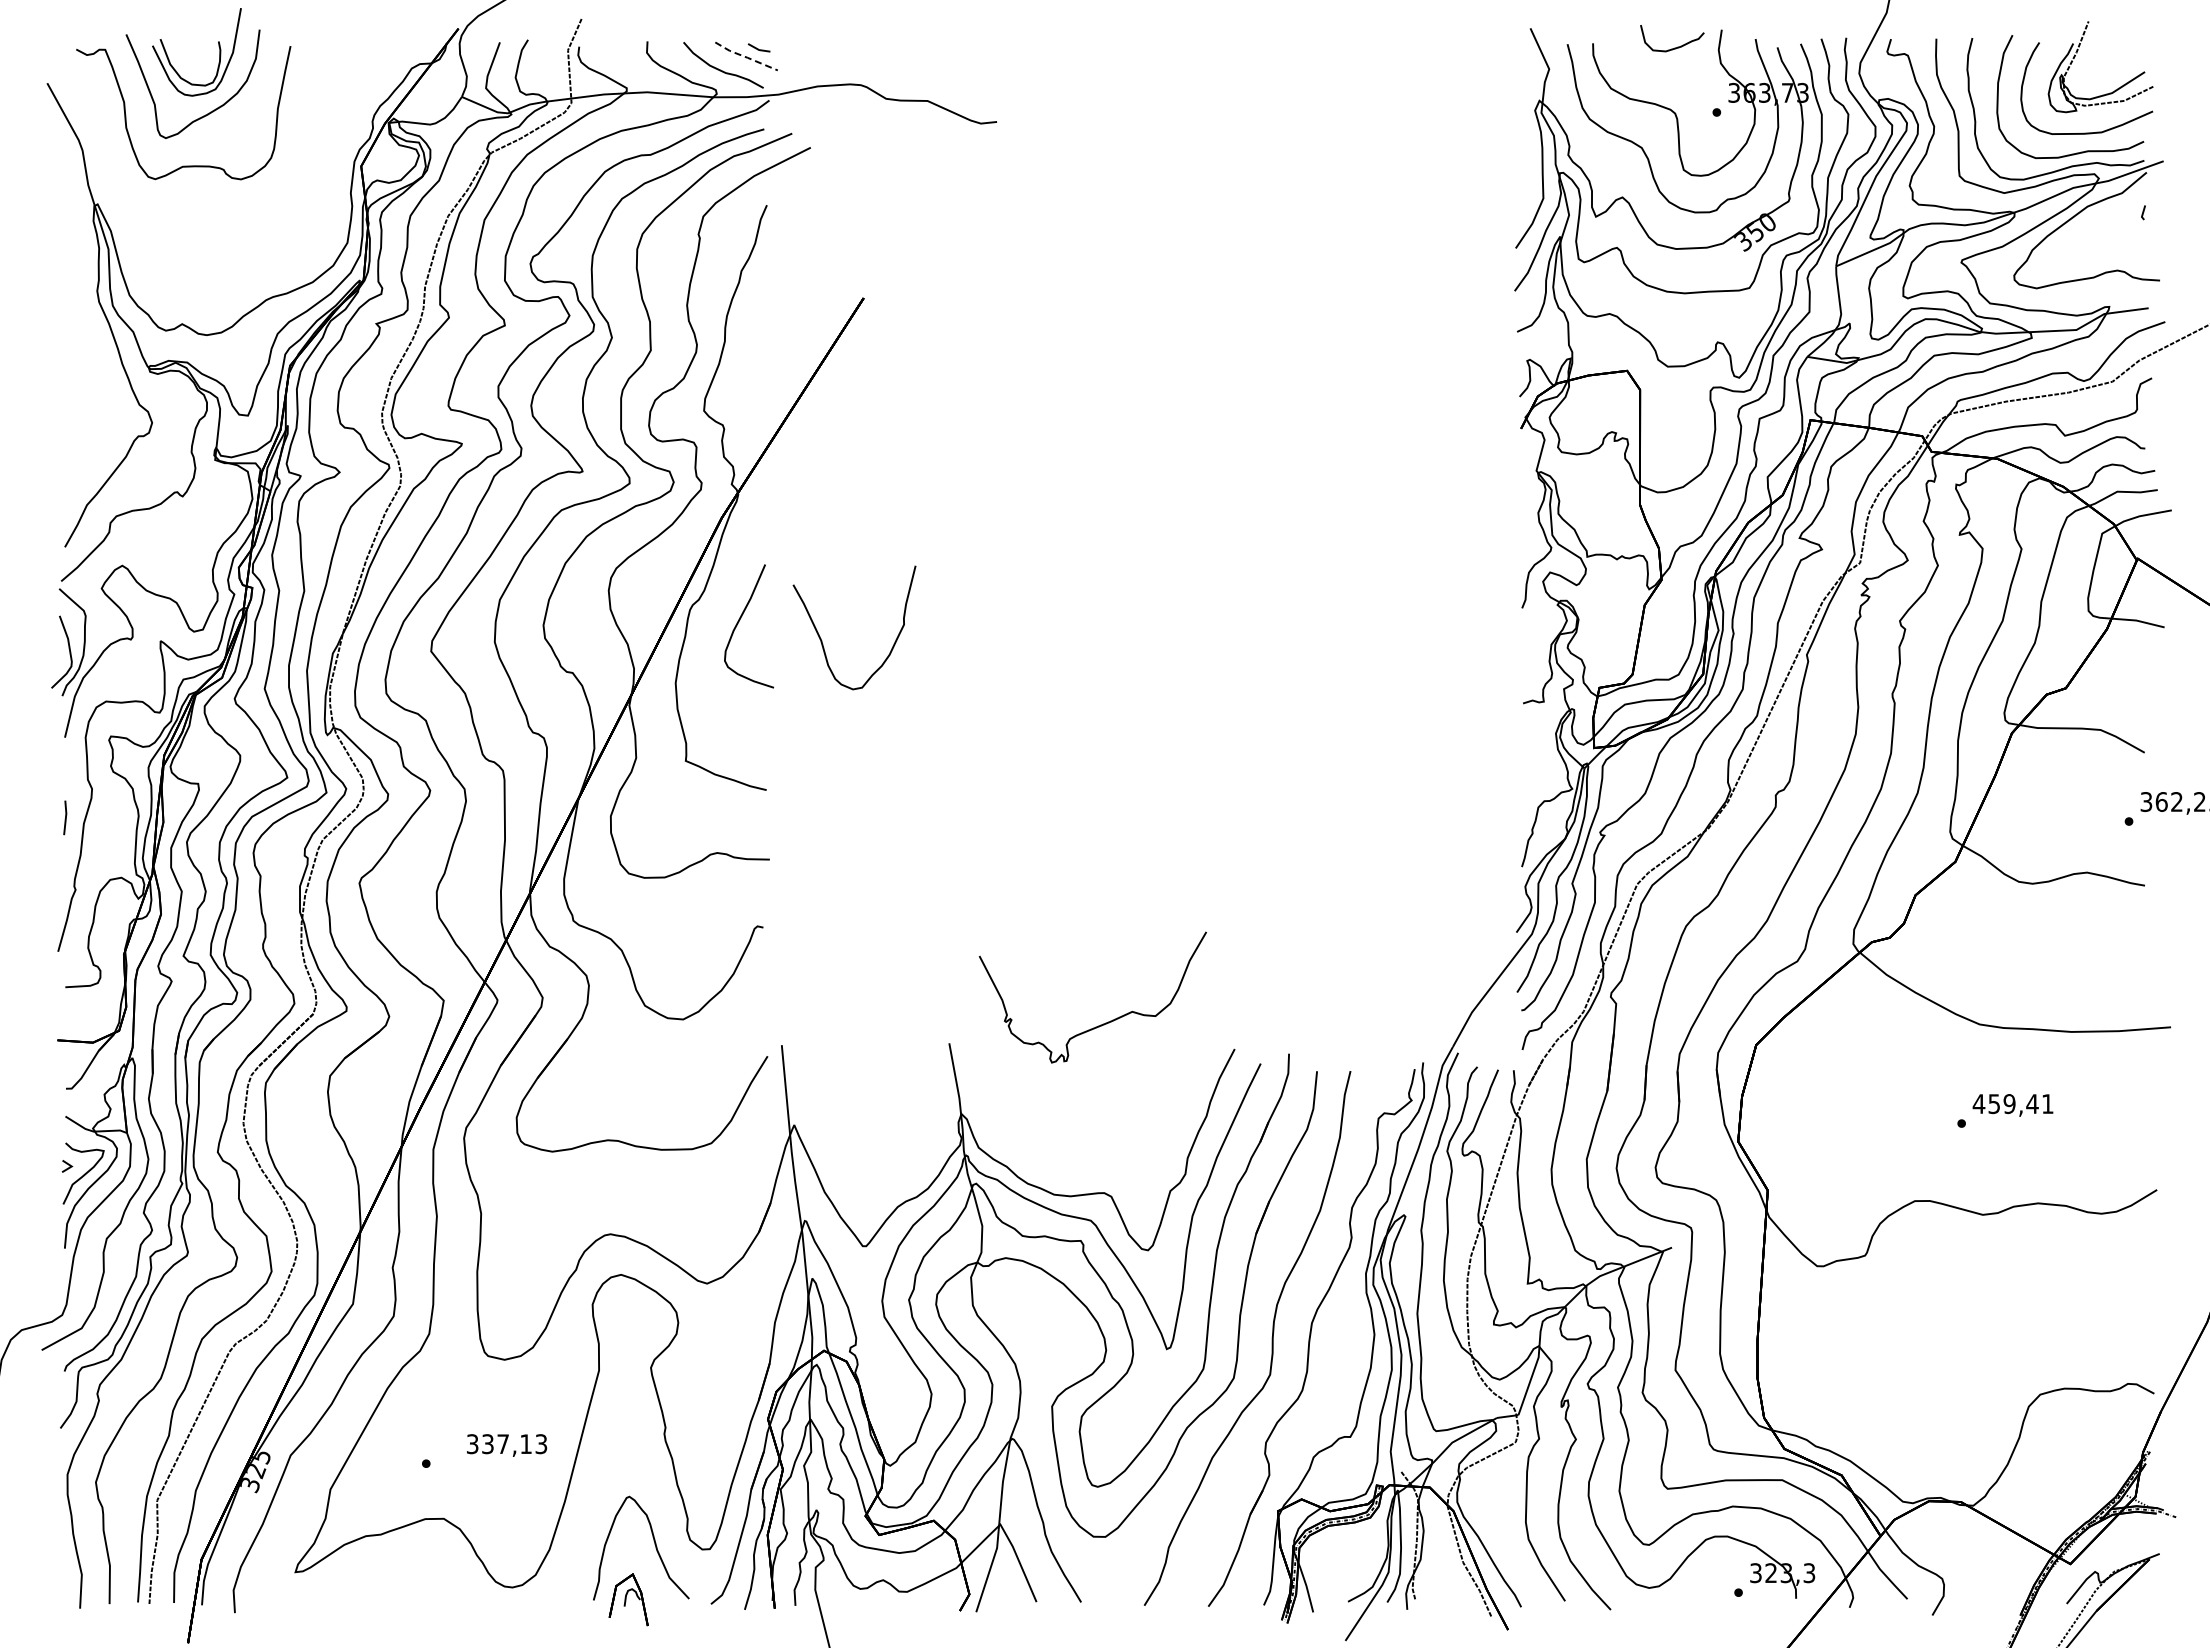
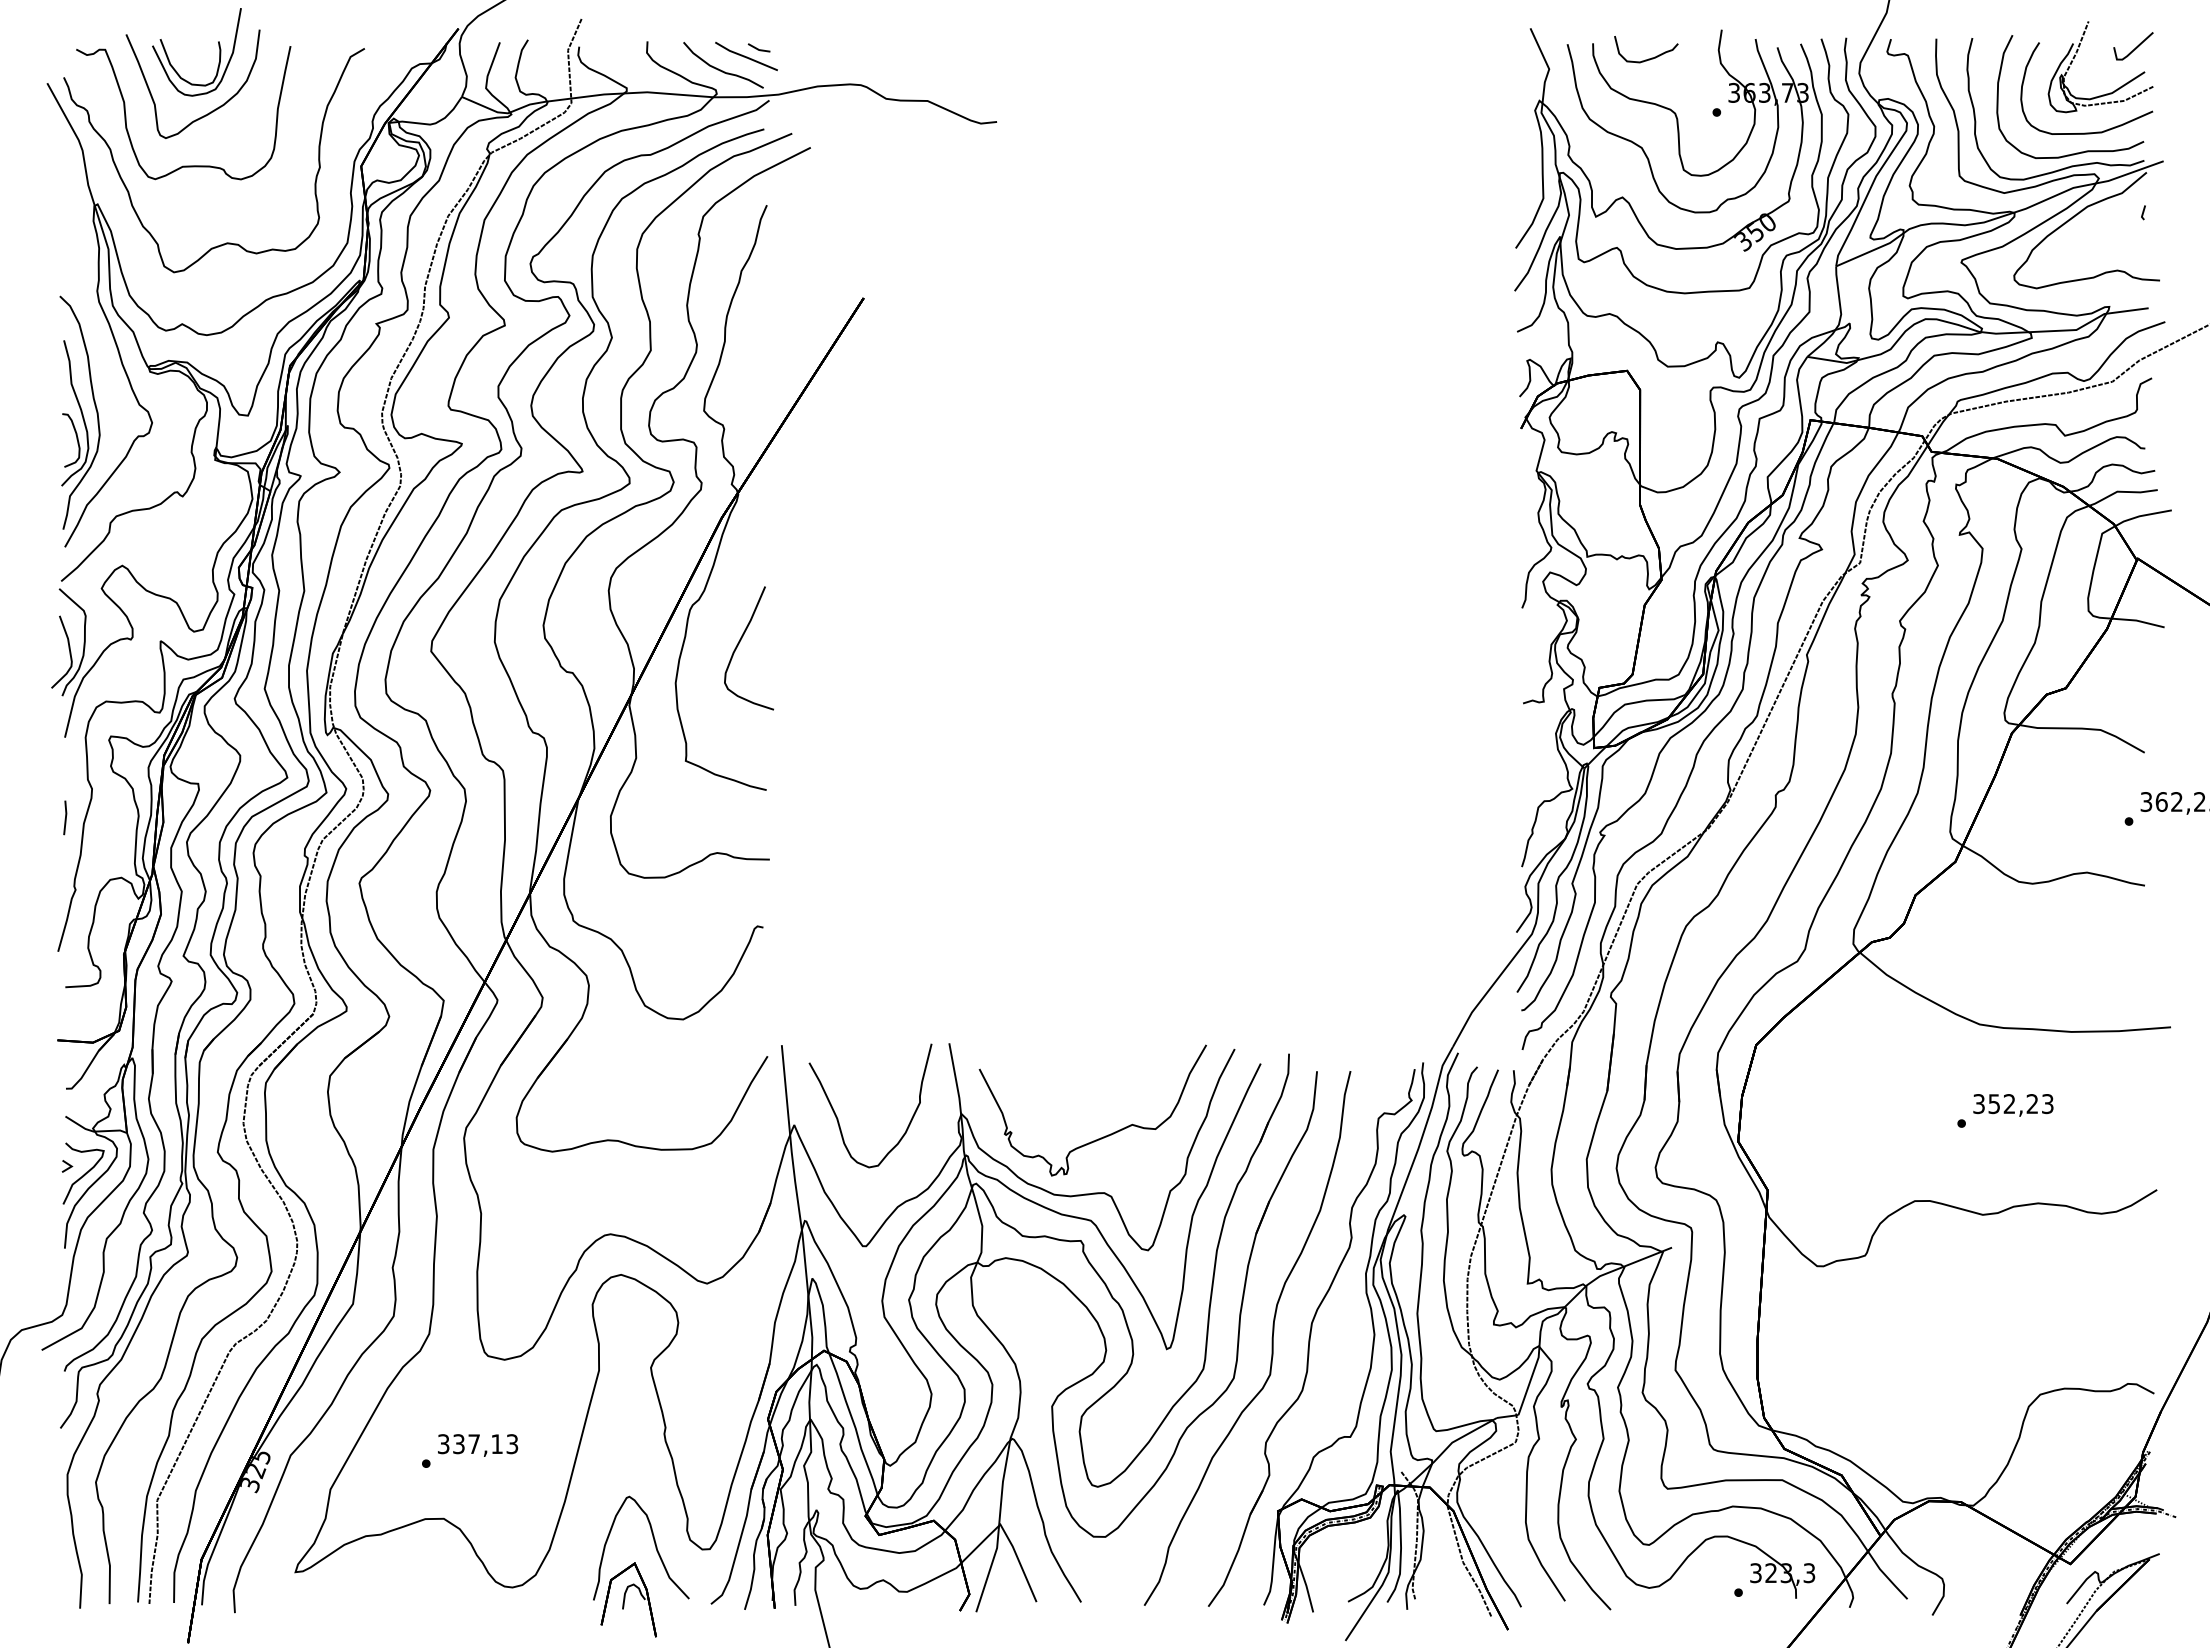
curve at (1674, 47) position: (1674, 47) -> (1648, 58)
line at (2135, 47): none -> present
line at (745, 57): dashed -> solid
curve at (226, 242): none -> present
part at (79, 412): none -> present
curve at (740, 620) position: (740, 620) -> (740, 642)
curve at (822, 640) position: (822, 640) -> (838, 1118)
curve at (1100, 1024) position: (1100, 1024) -> (1100, 1137)
text at (2012, 1104): 459,41 -> 352,23
text at (507, 1445) position: (507, 1445) -> (478, 1445)
part at (628, 1599) size: 41x54 px -> 57x76 px
